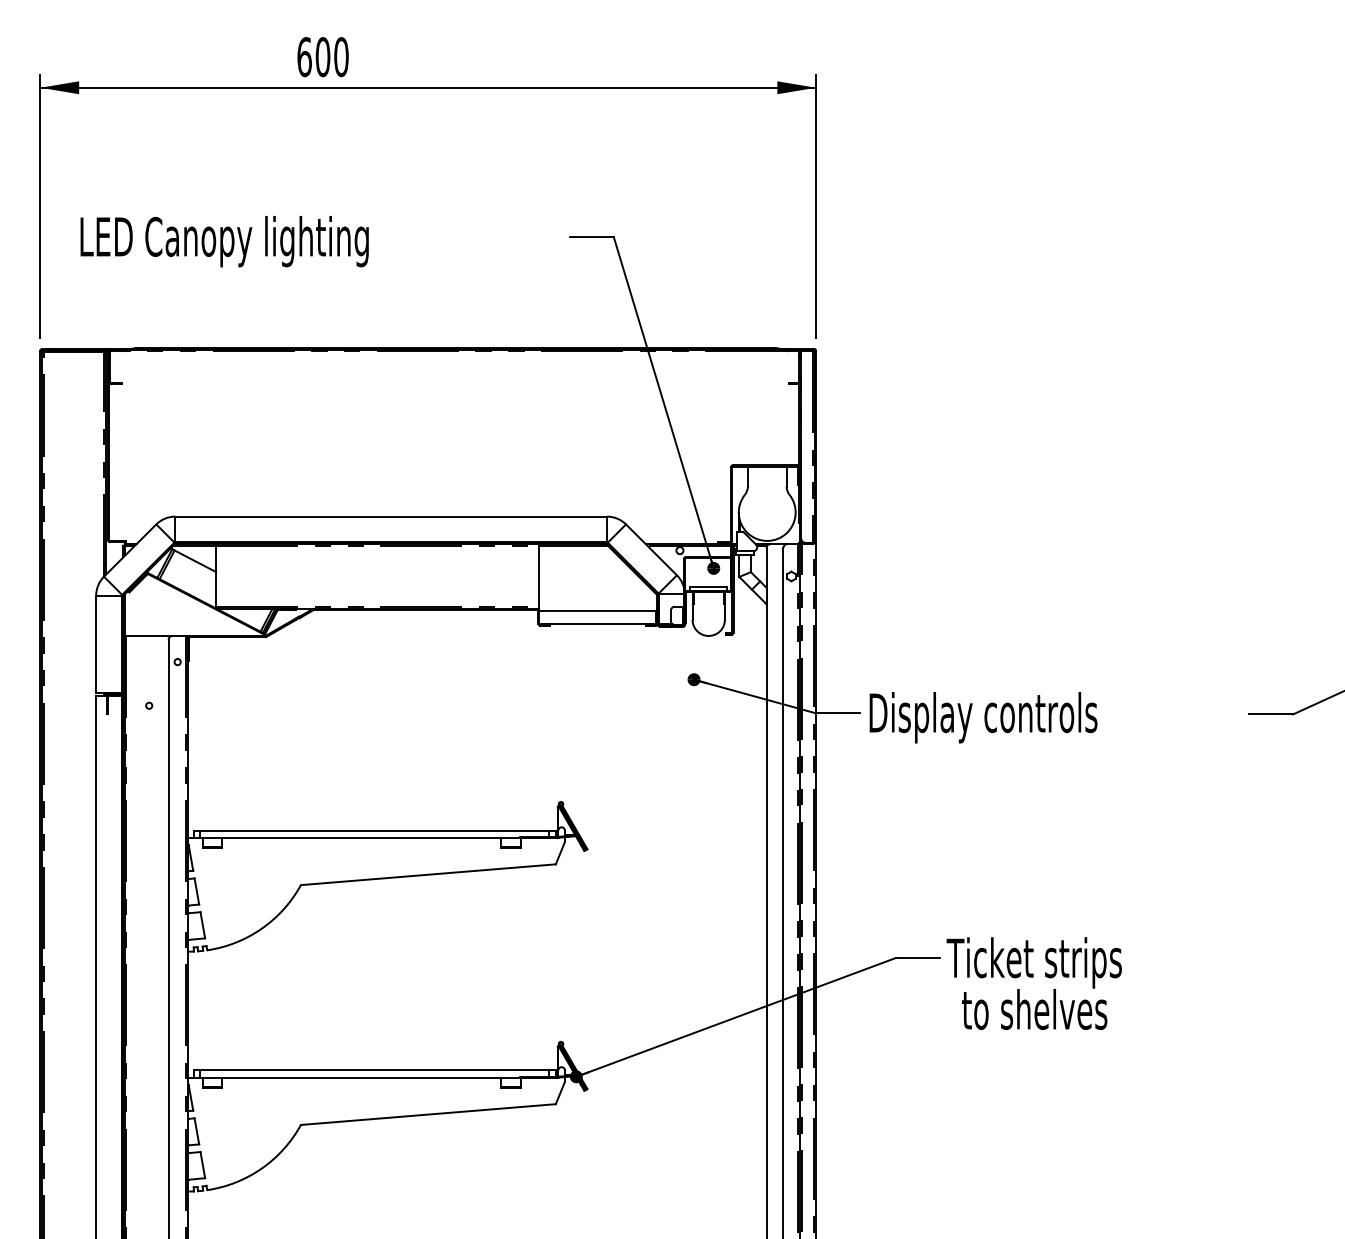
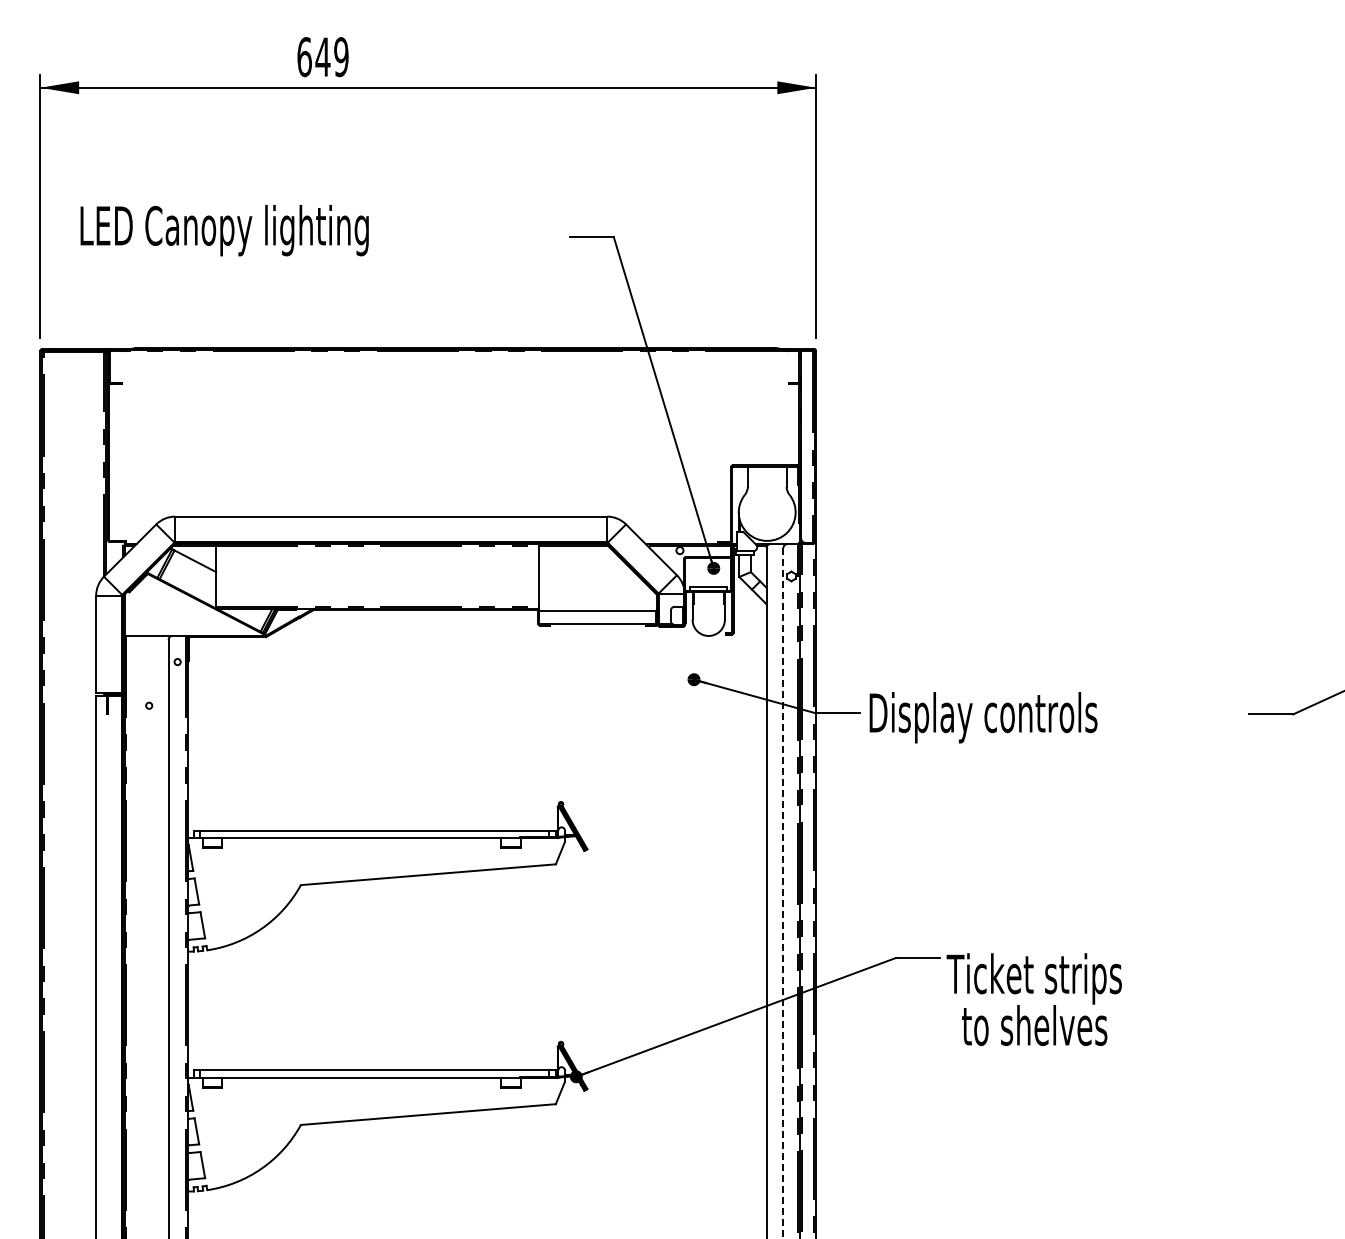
text at (331, 57): 600 -> 649
text at (224, 241) position: (224, 241) -> (224, 230)
line at (783, 892): solid -> dashed
text at (1033, 983) position: (1033, 983) -> (1033, 999)
